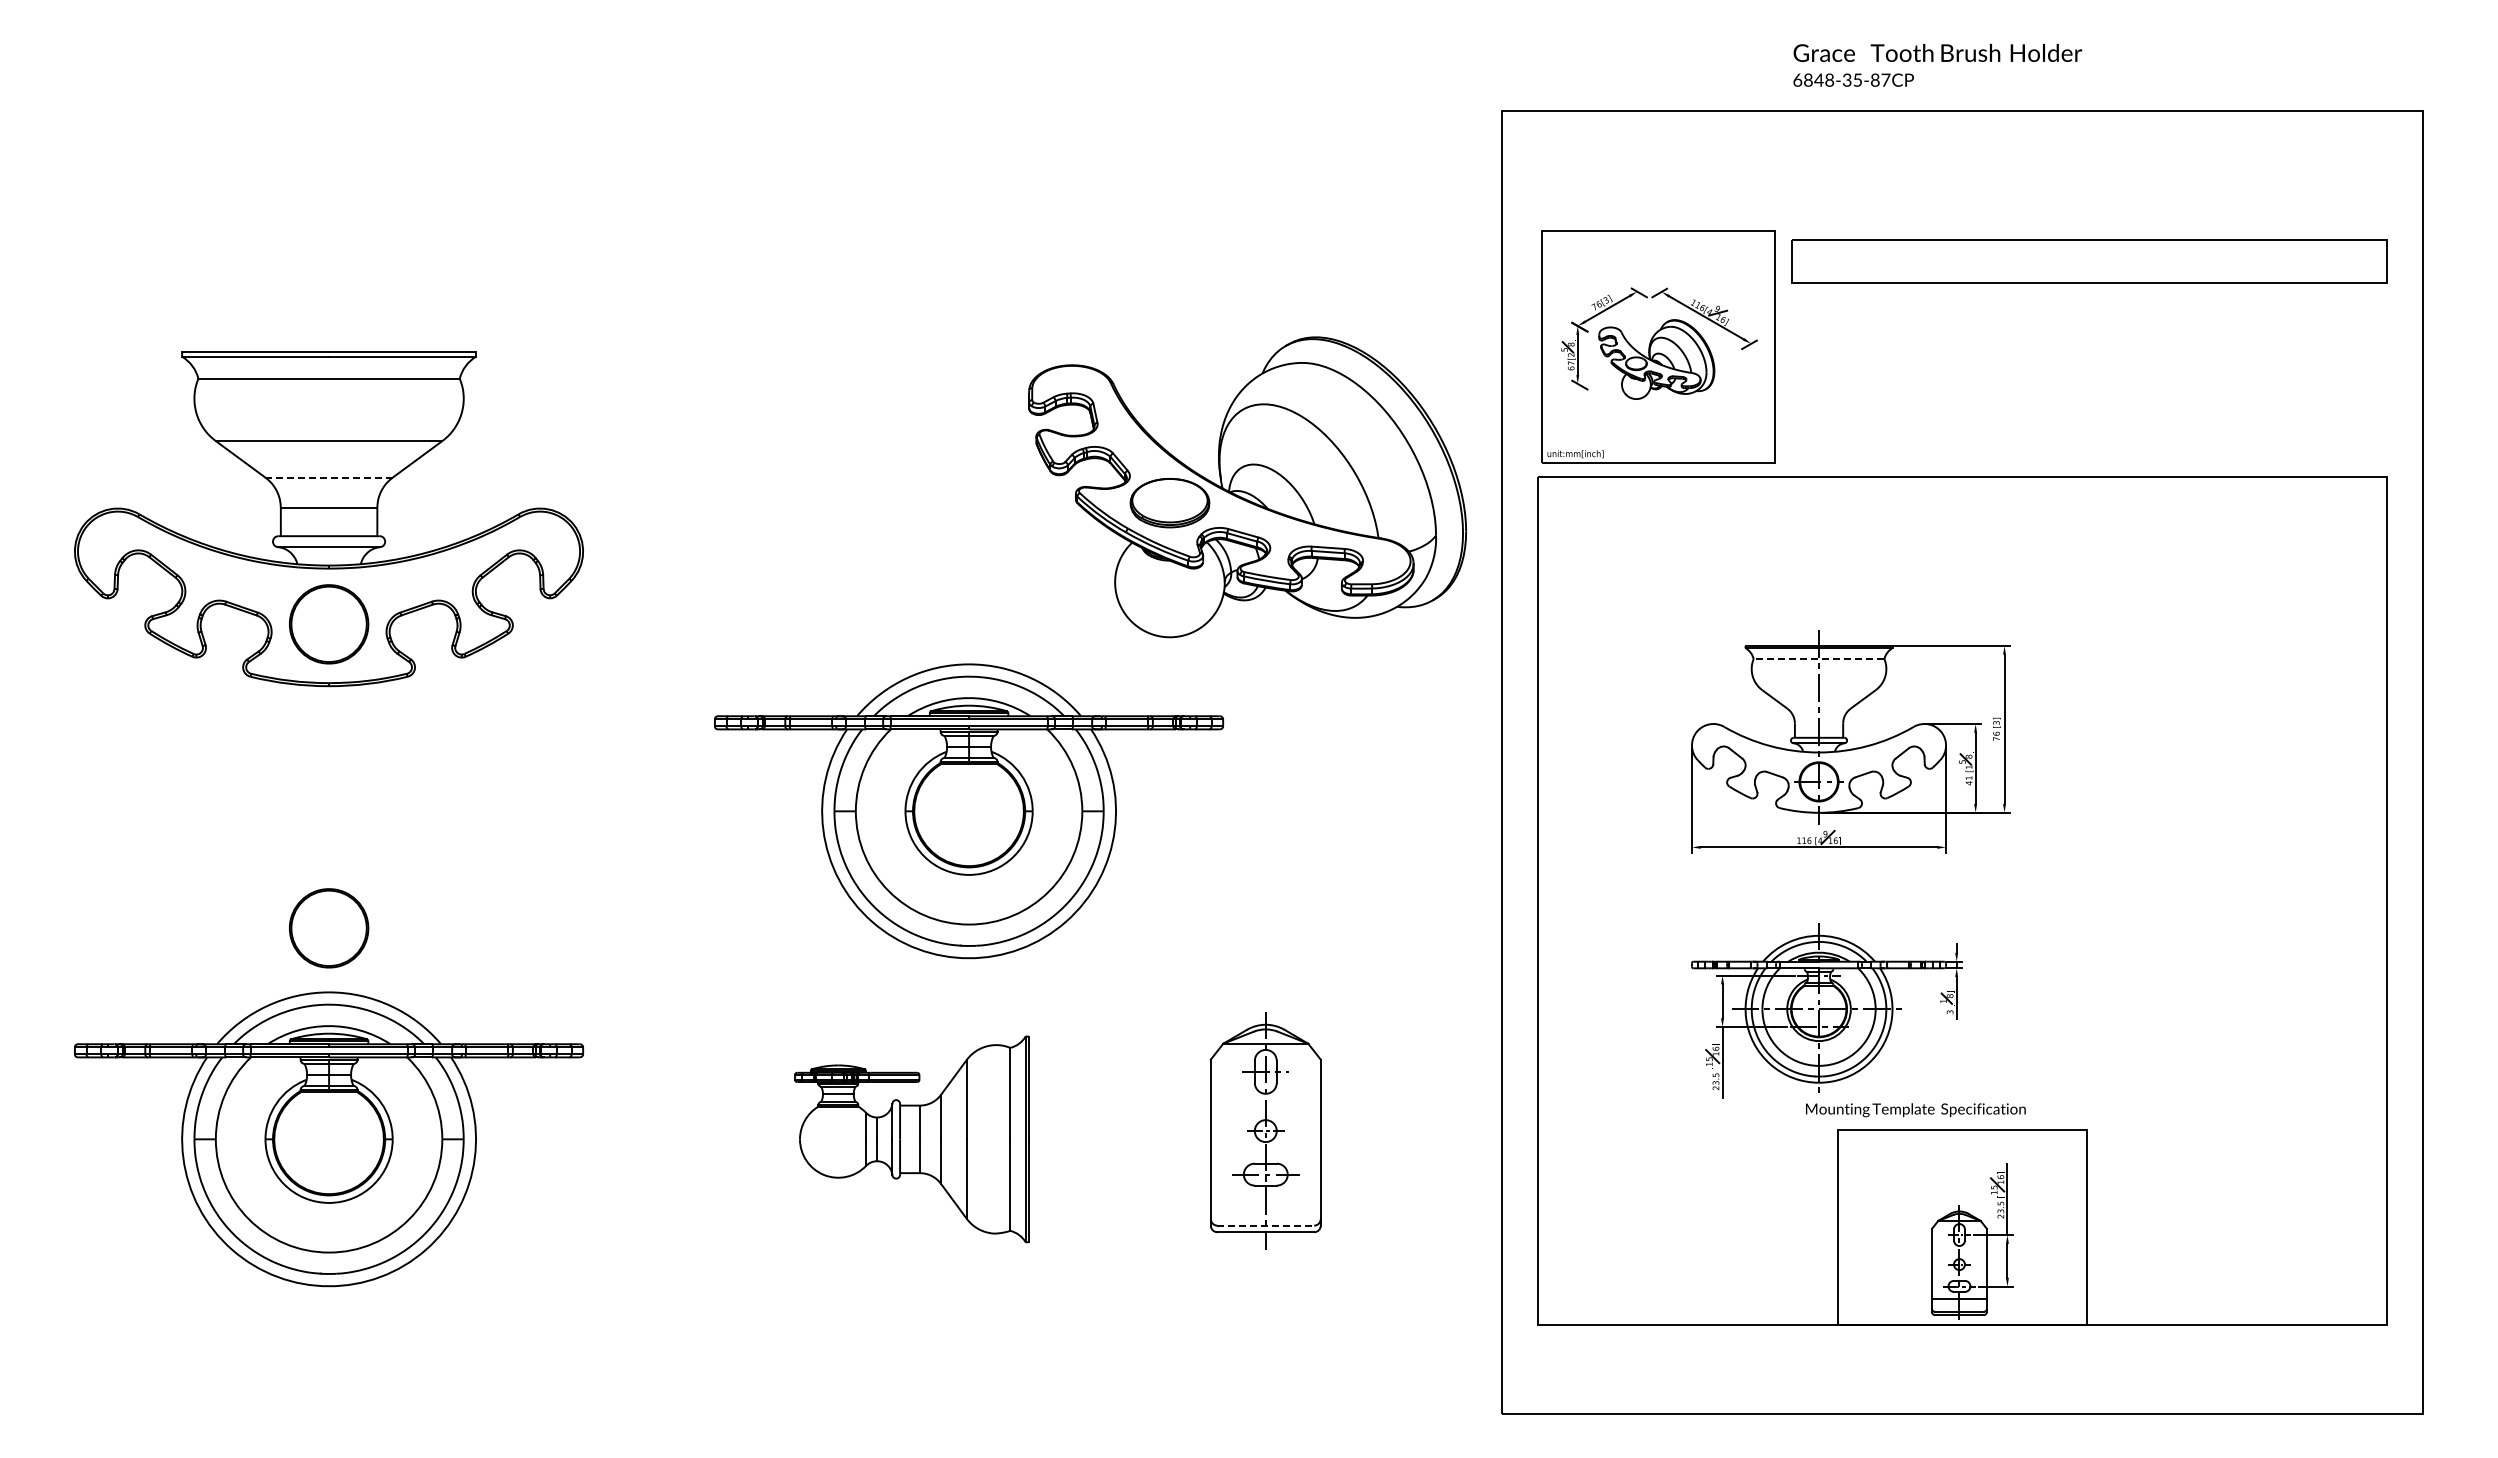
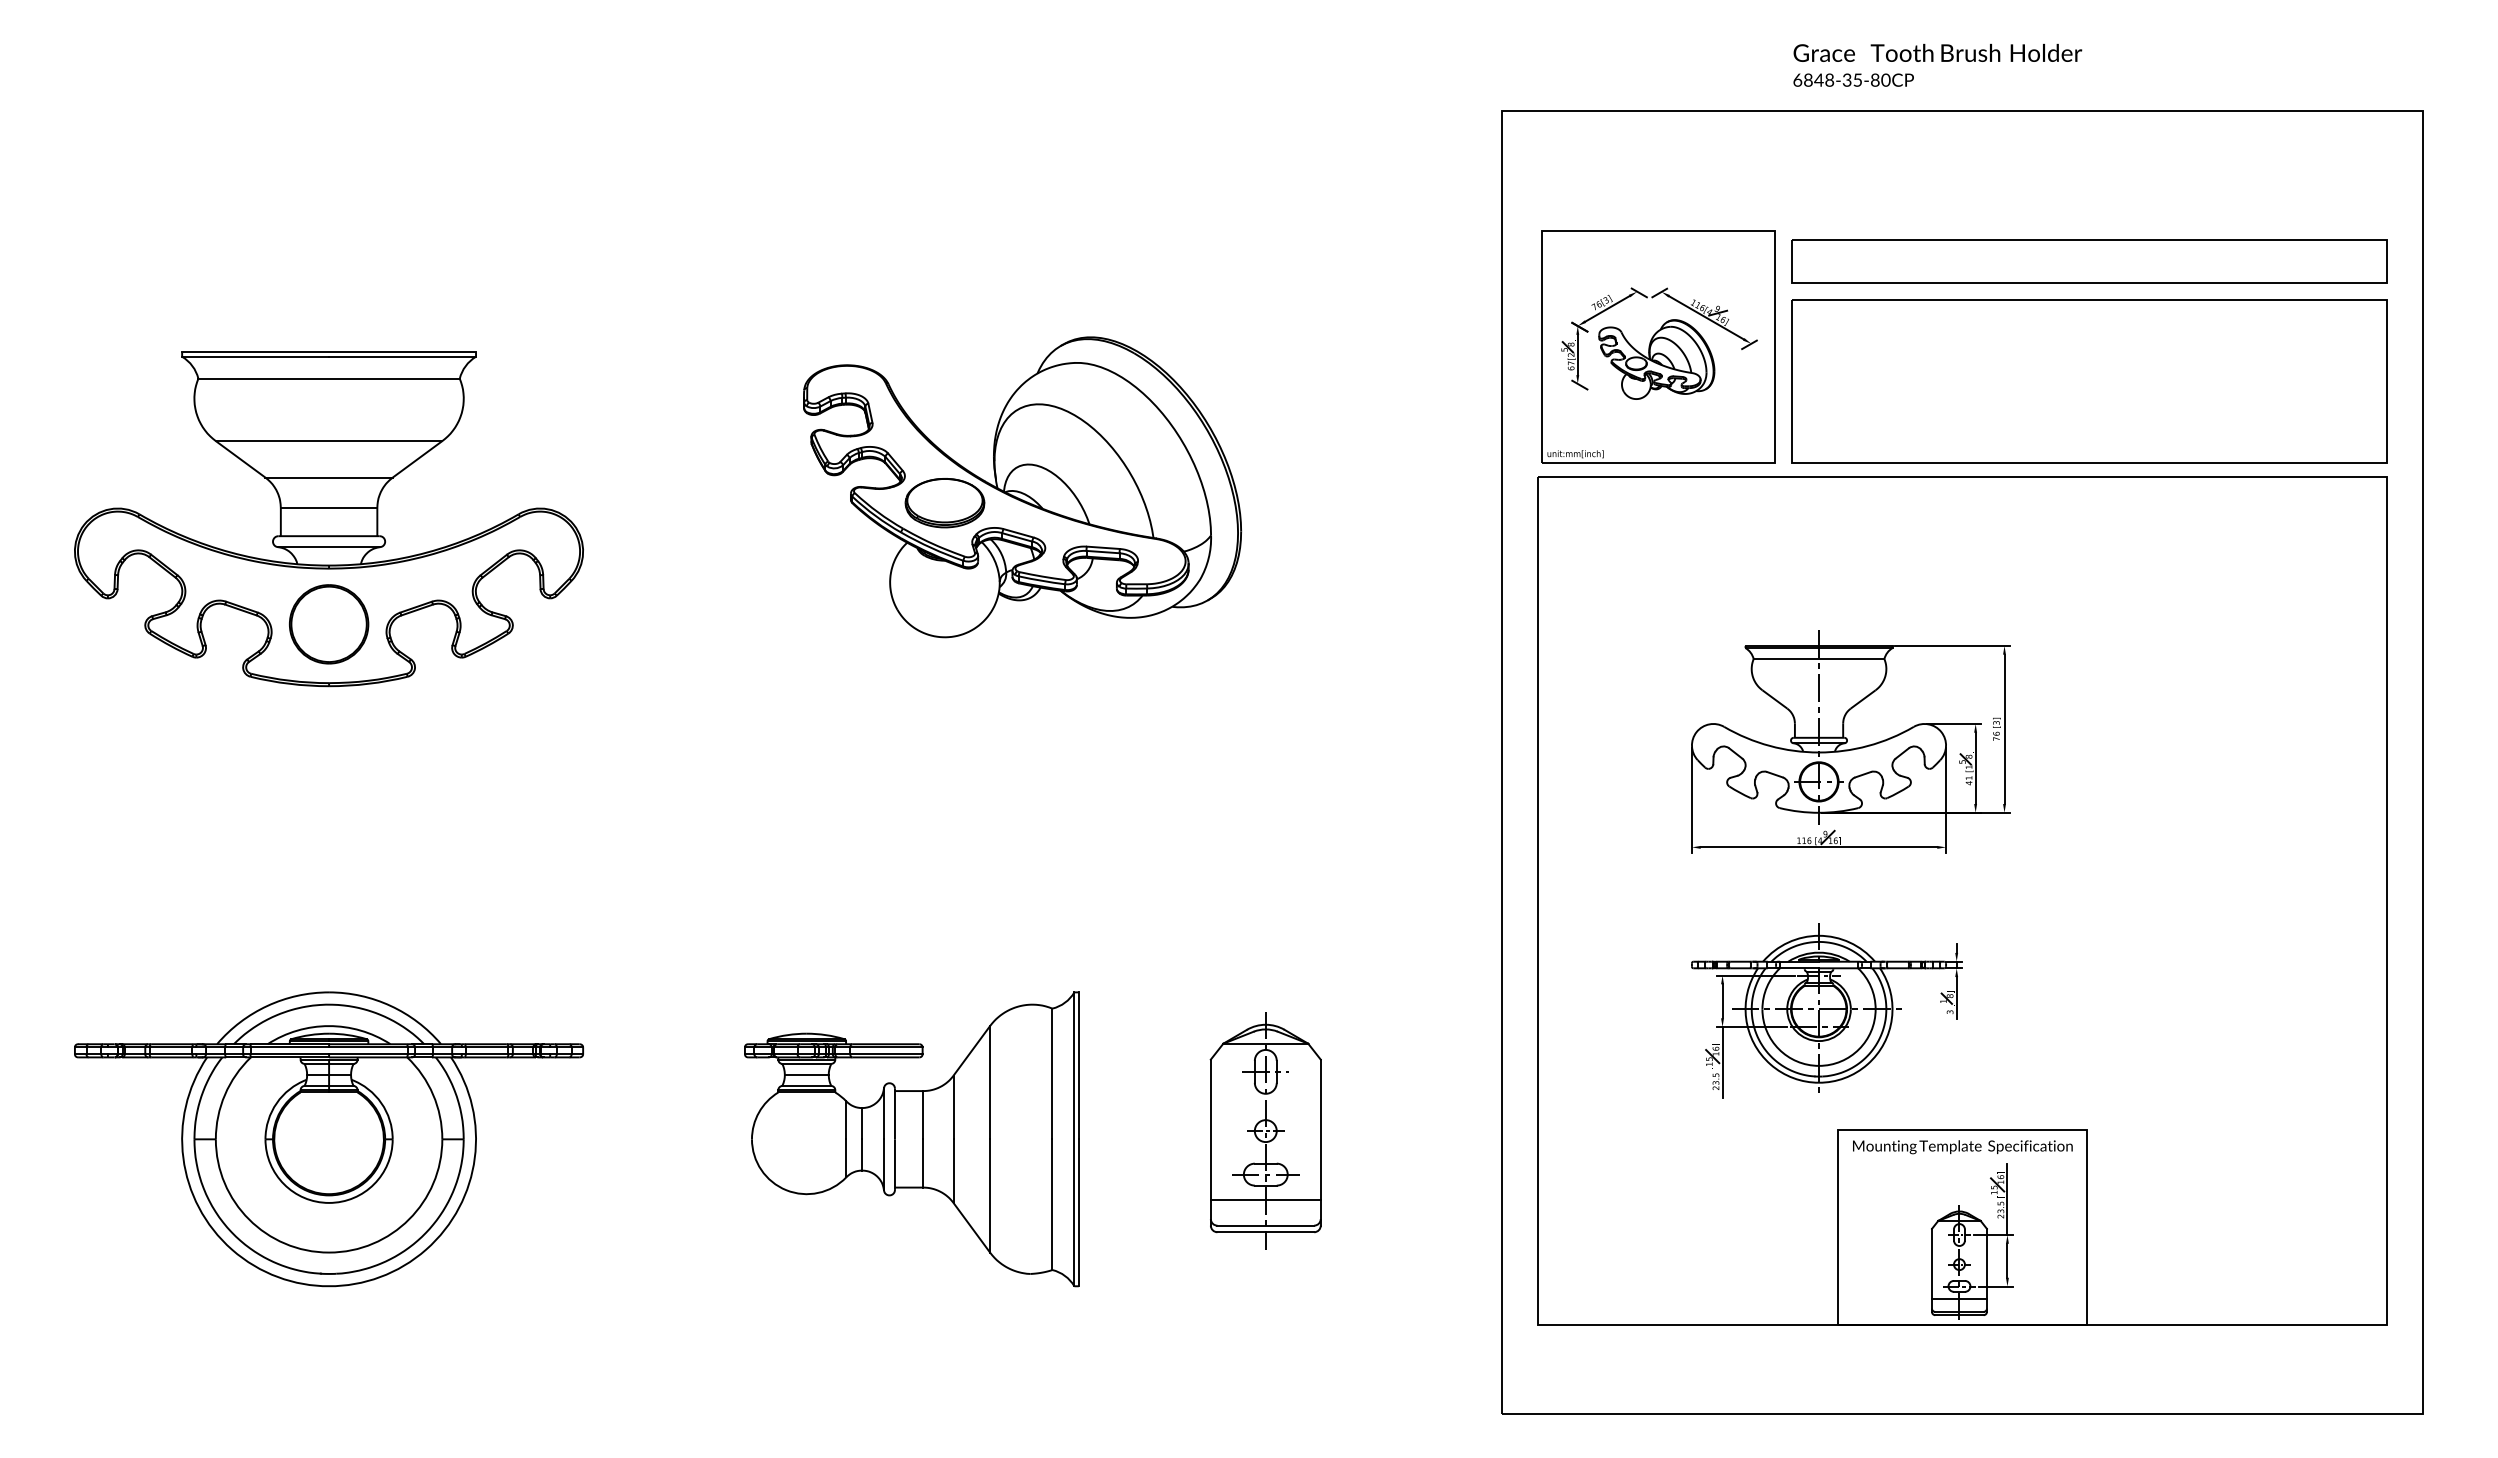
text at (1885, 79): 6848-35-87CP -> 6848-35-80CP
part at (2089, 381): none -> present
line at (329, 477): dashed -> solid
part at (1247, 487) position: (1247, 487) -> (1022, 487)
line at (1818, 659): dashed -> solid
part at (968, 811): present -> none
part at (329, 928): present -> none
text at (1915, 1110) position: (1915, 1110) -> (1962, 1147)
part at (911, 1139) size: 236x209 px -> 336x297 px
line at (1265, 1200): none -> present
line at (1266, 1225): dashed -> solid
